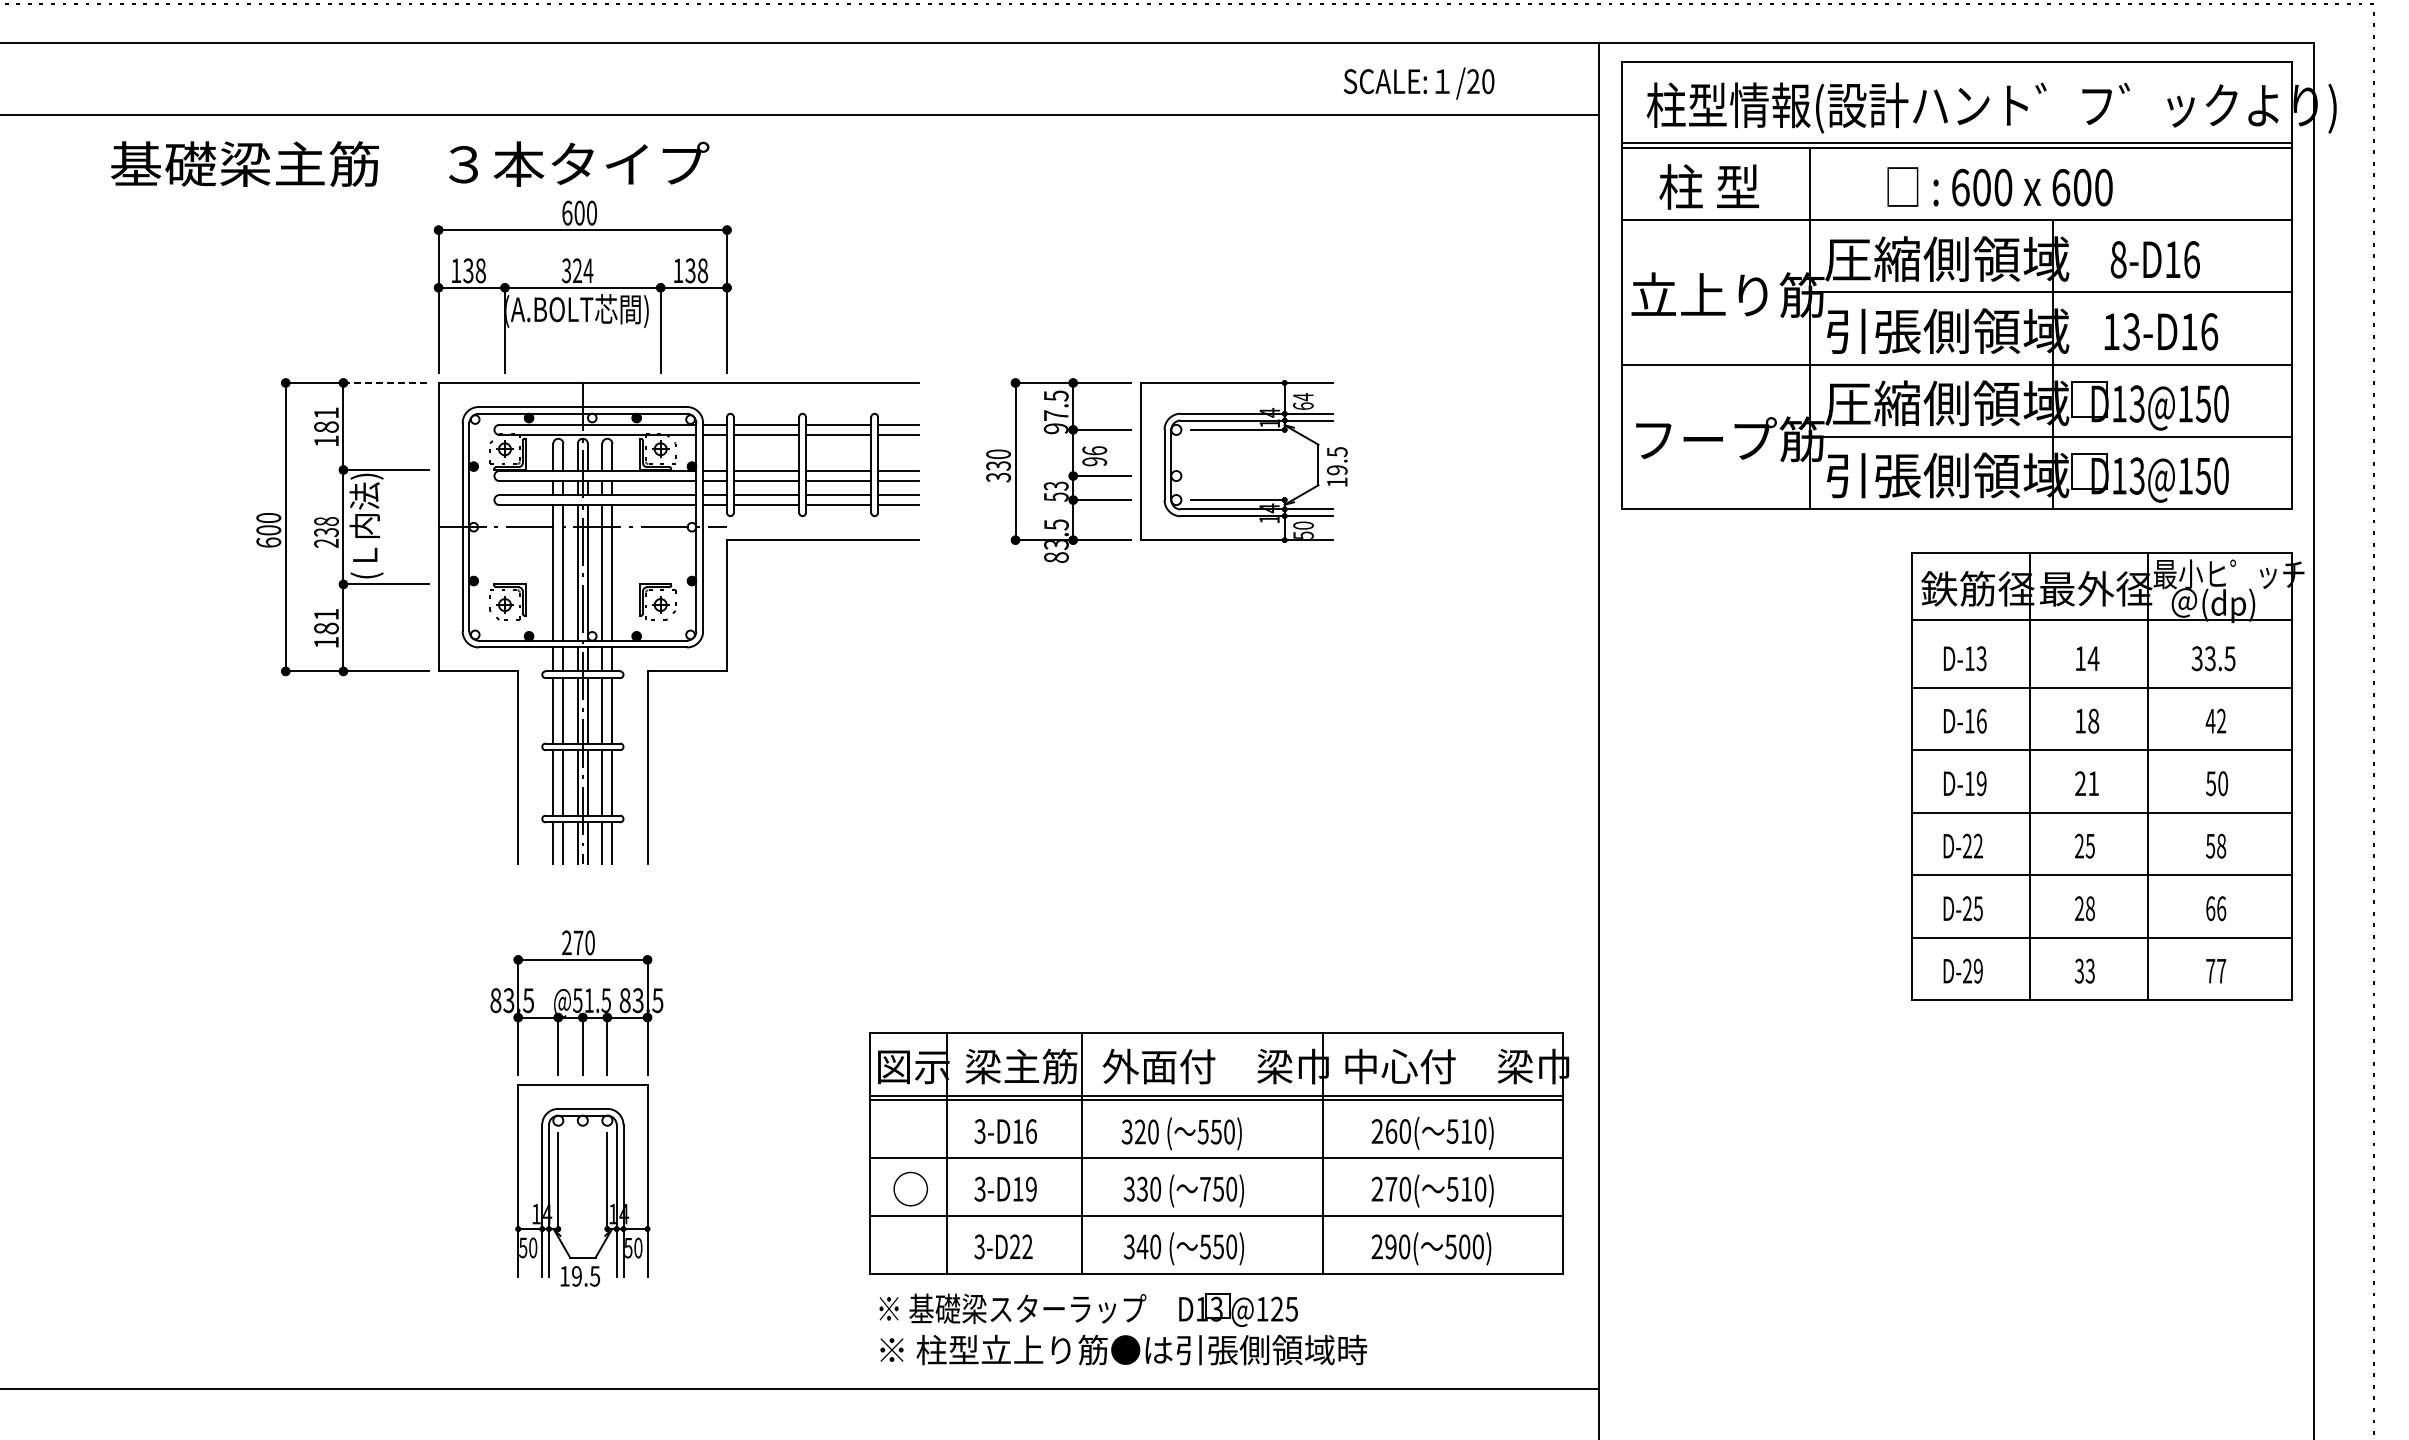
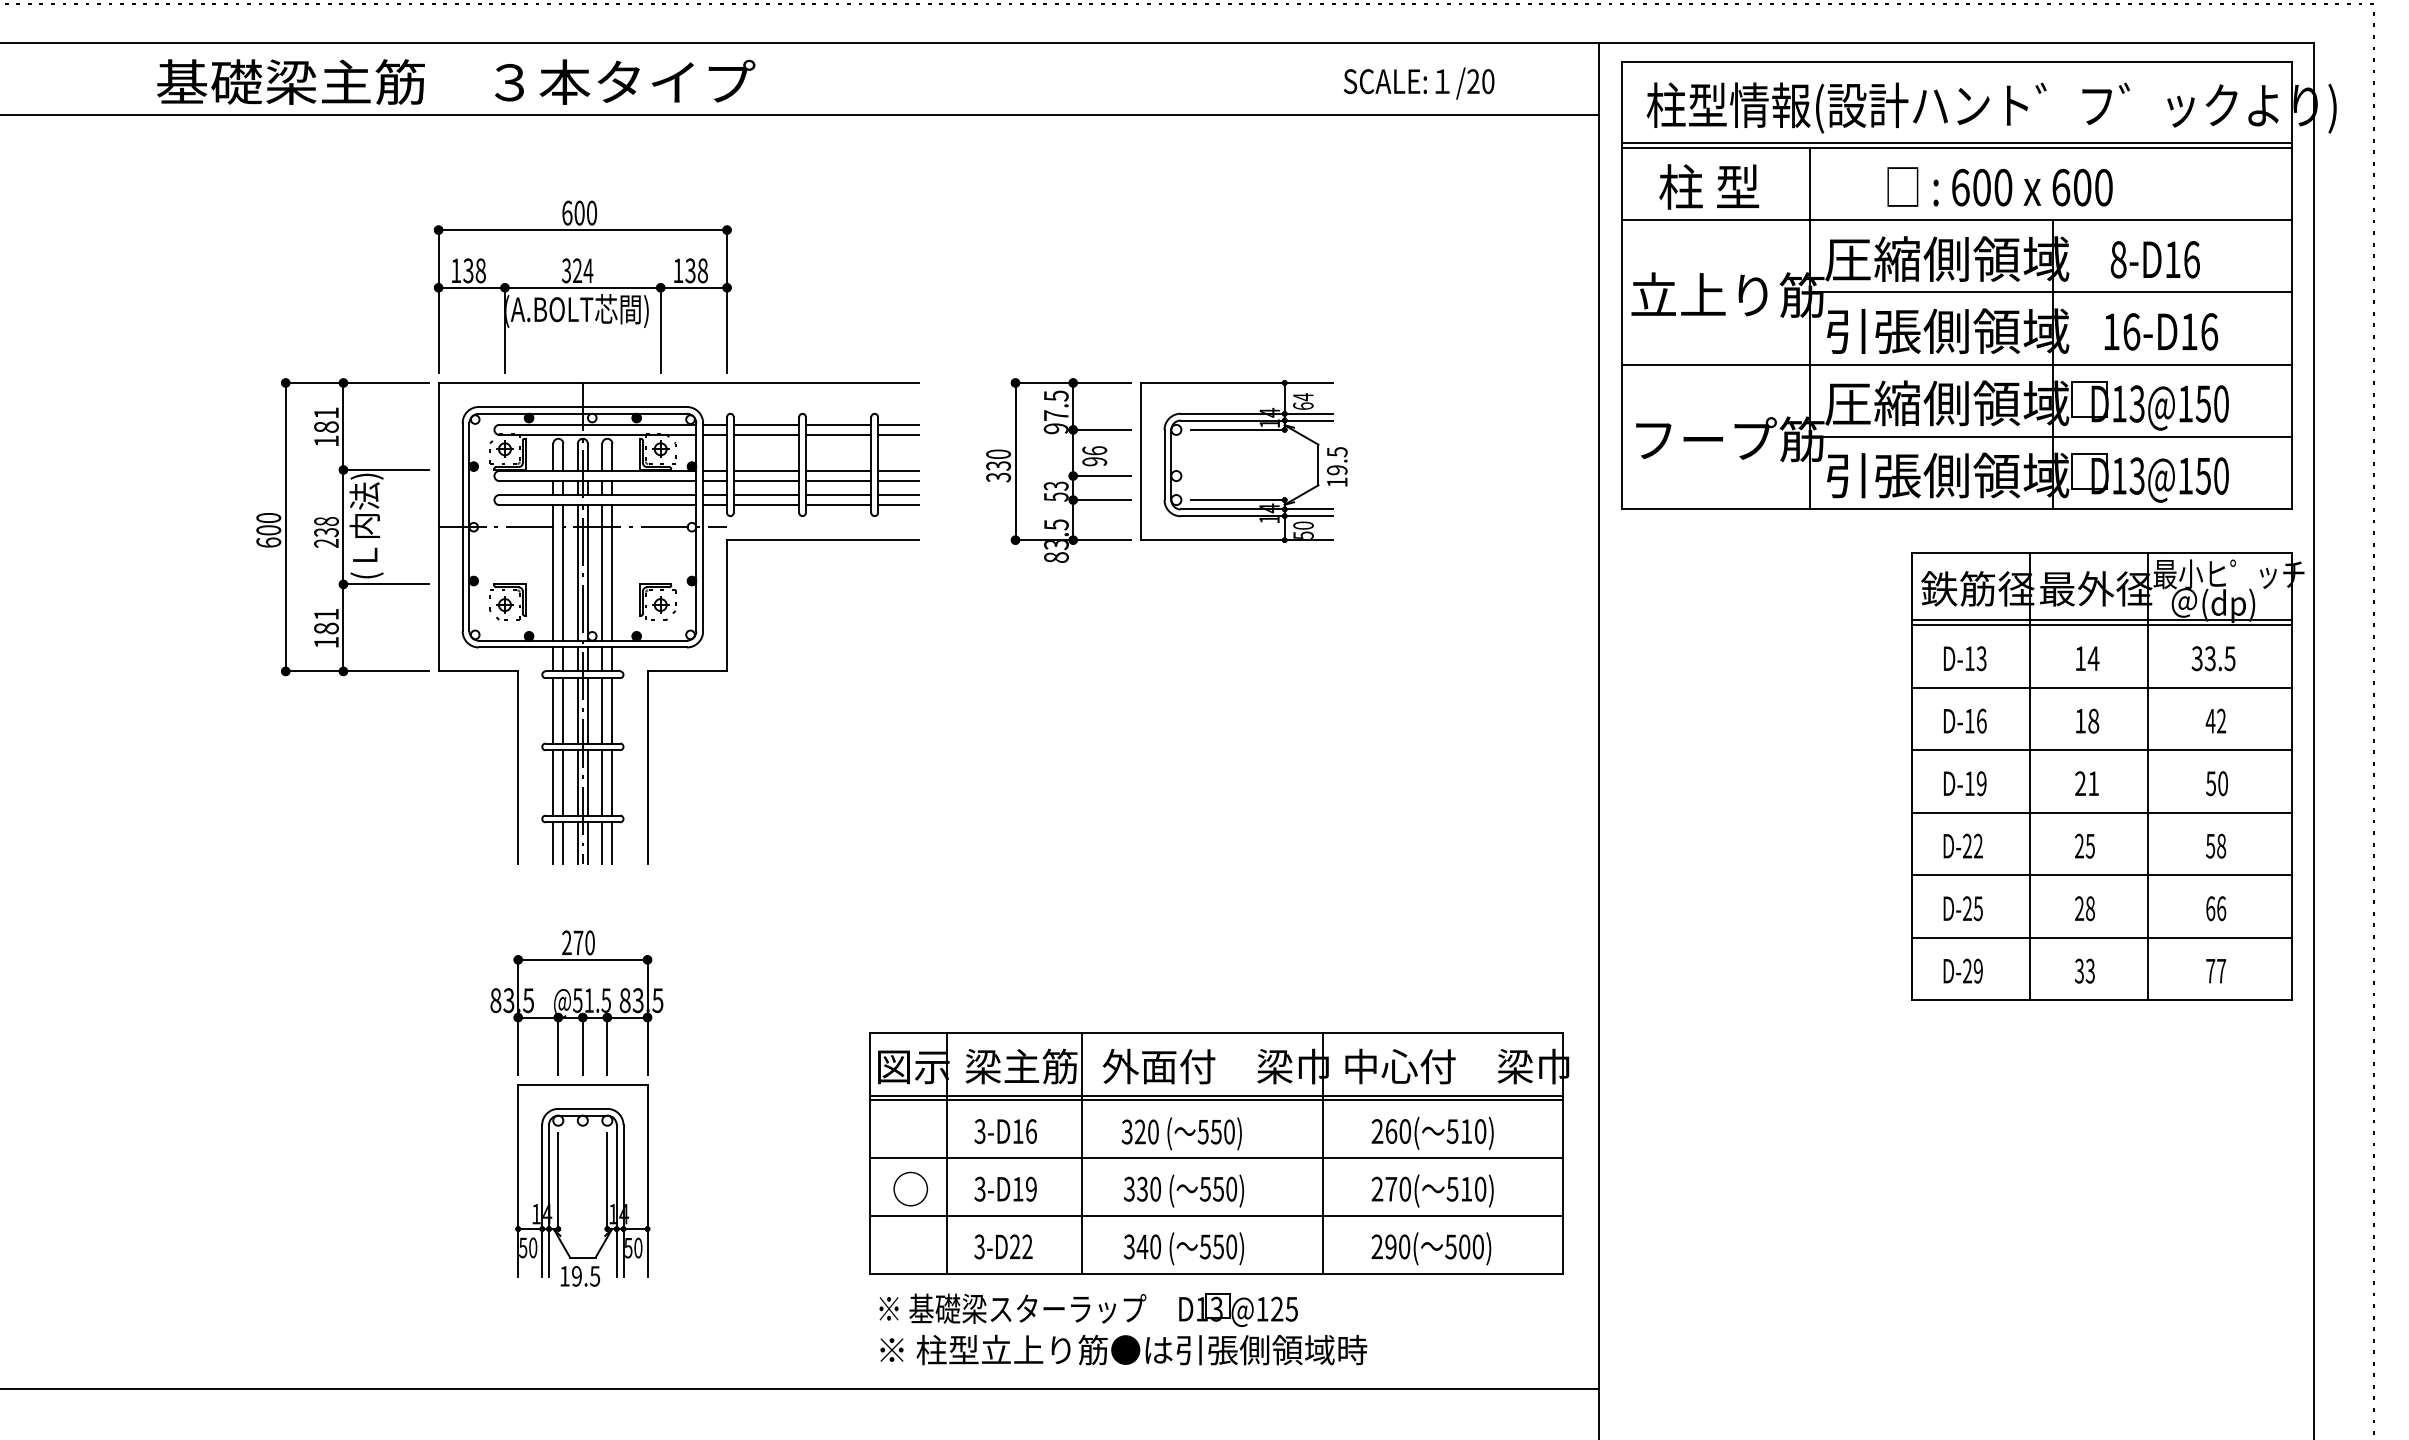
text at (410, 163) position: (410, 163) -> (456, 81)
text at (2131, 331): 13-D16 -> 16-D16
line at (386, 382): dashed -> solid
line at (2101, 625): none -> present
text at (1204, 1189): 750) -> 550)
